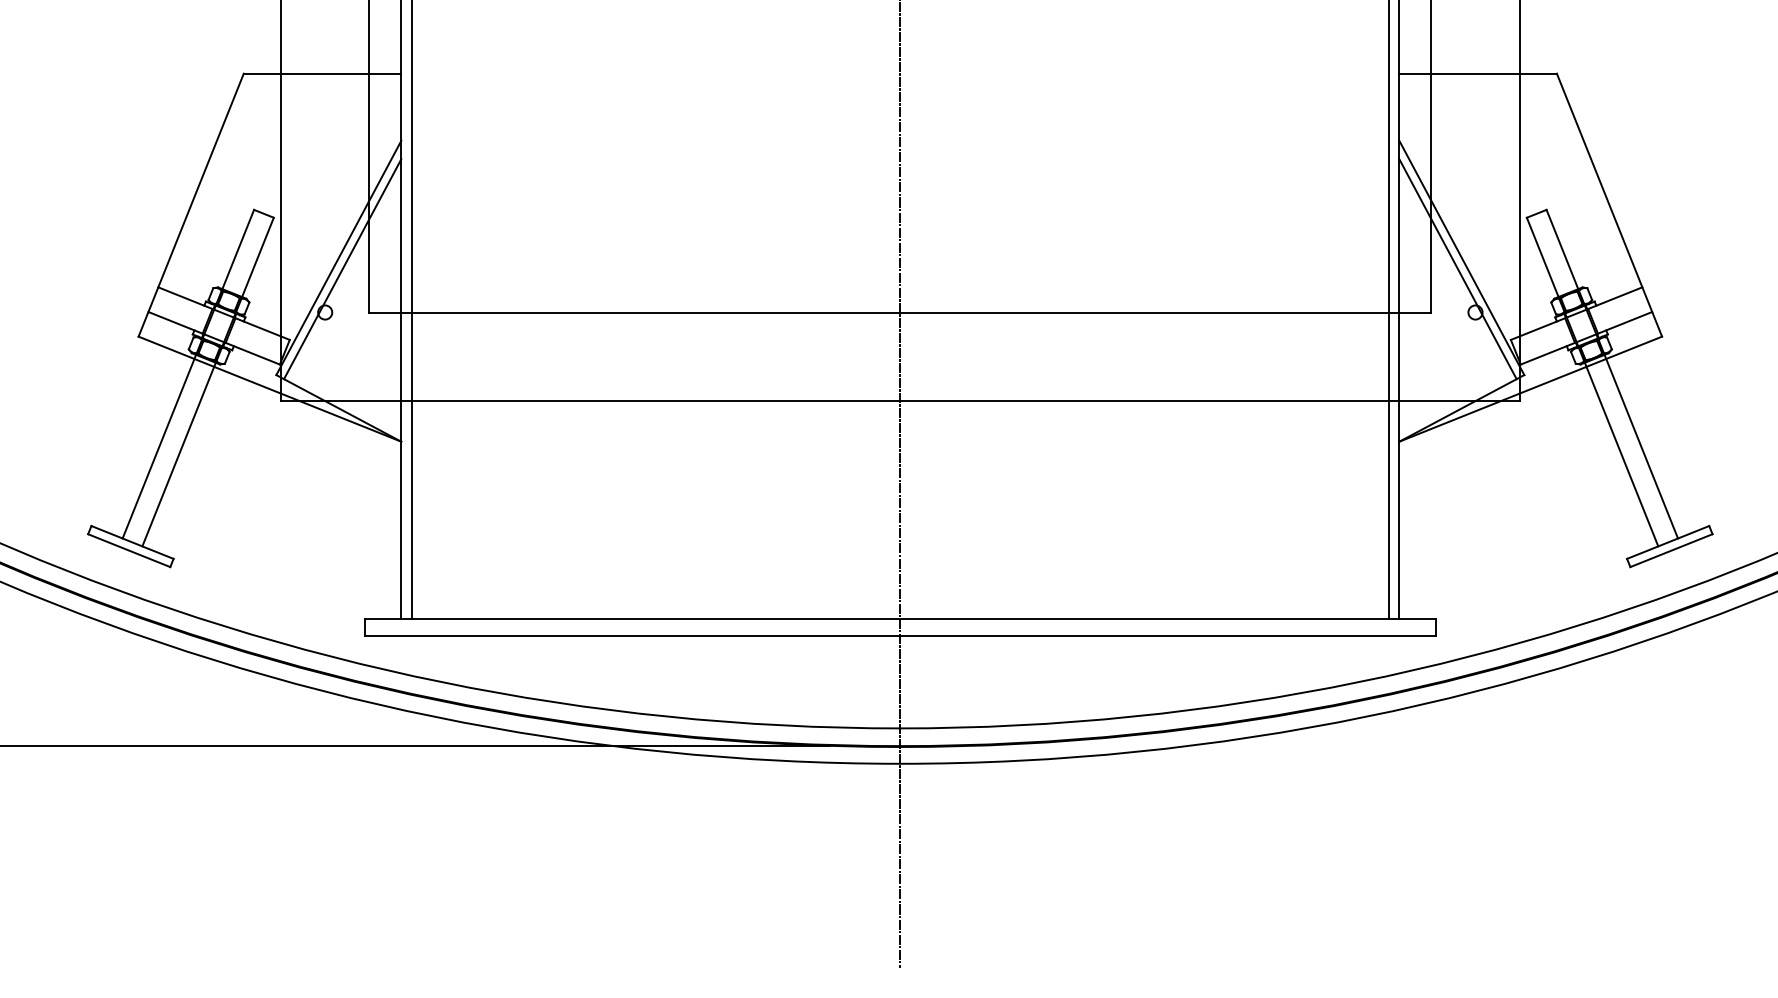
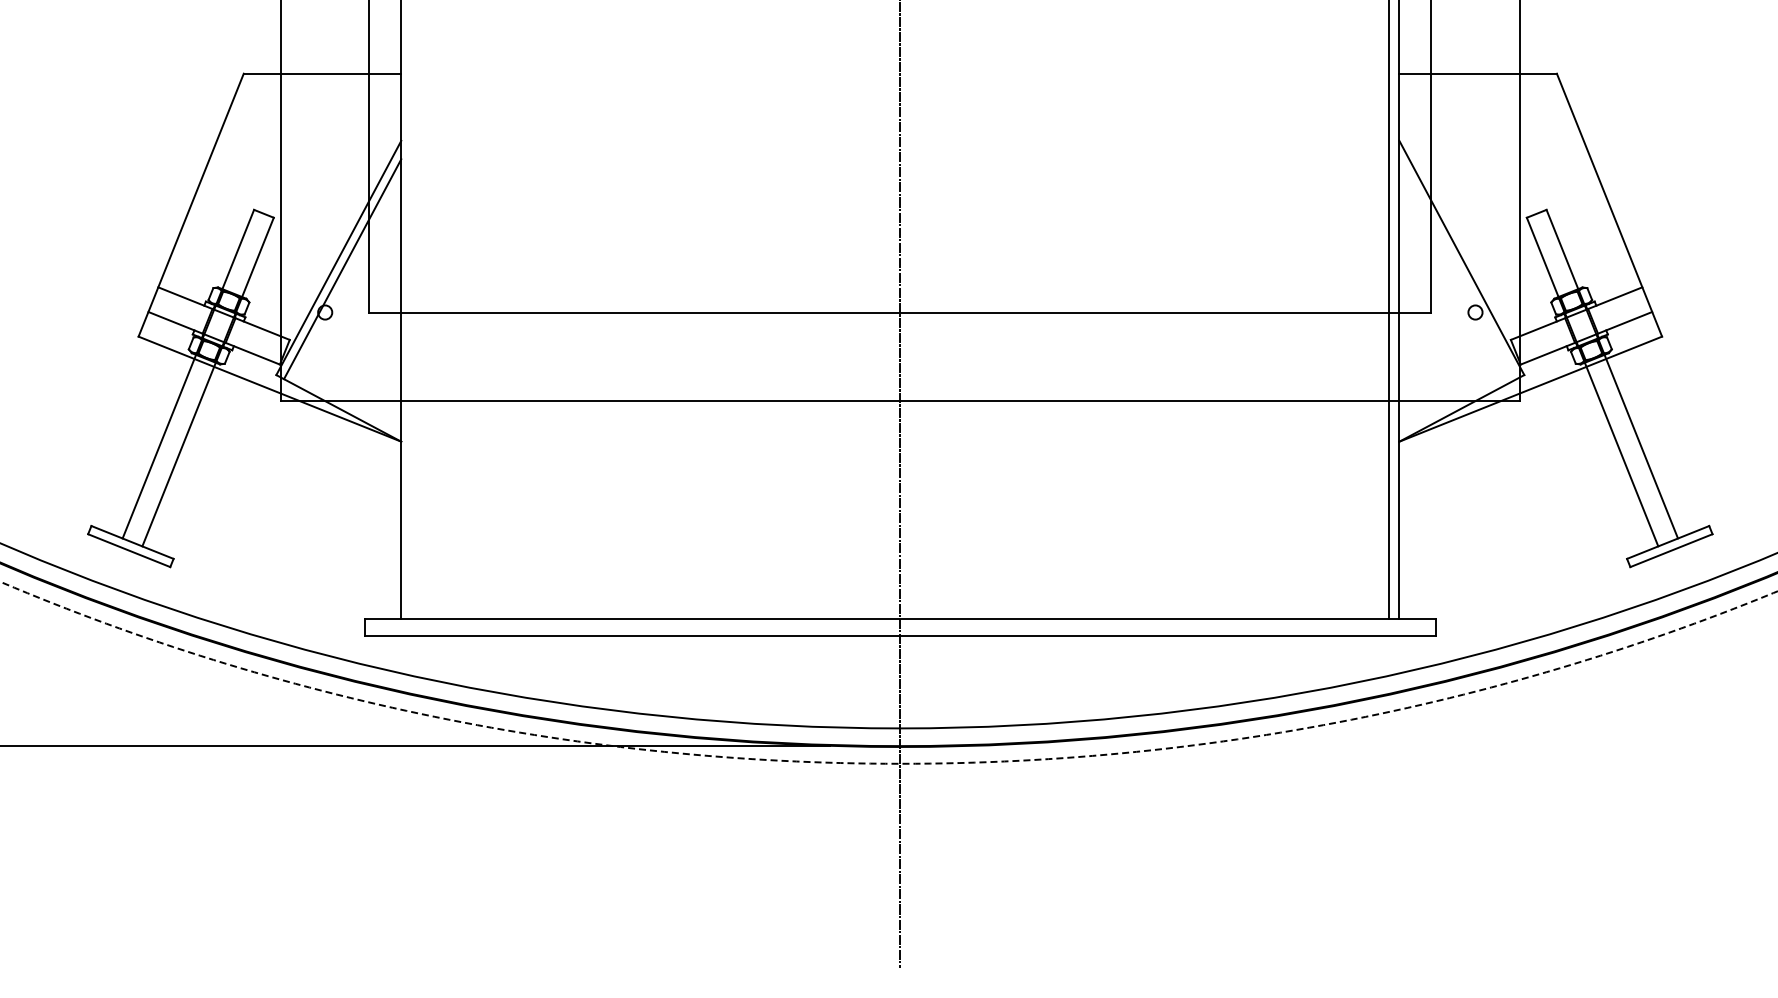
line at (1457, 269): present -> none
line at (411, 310): present -> none
circle at (888, 672): solid -> dashed
